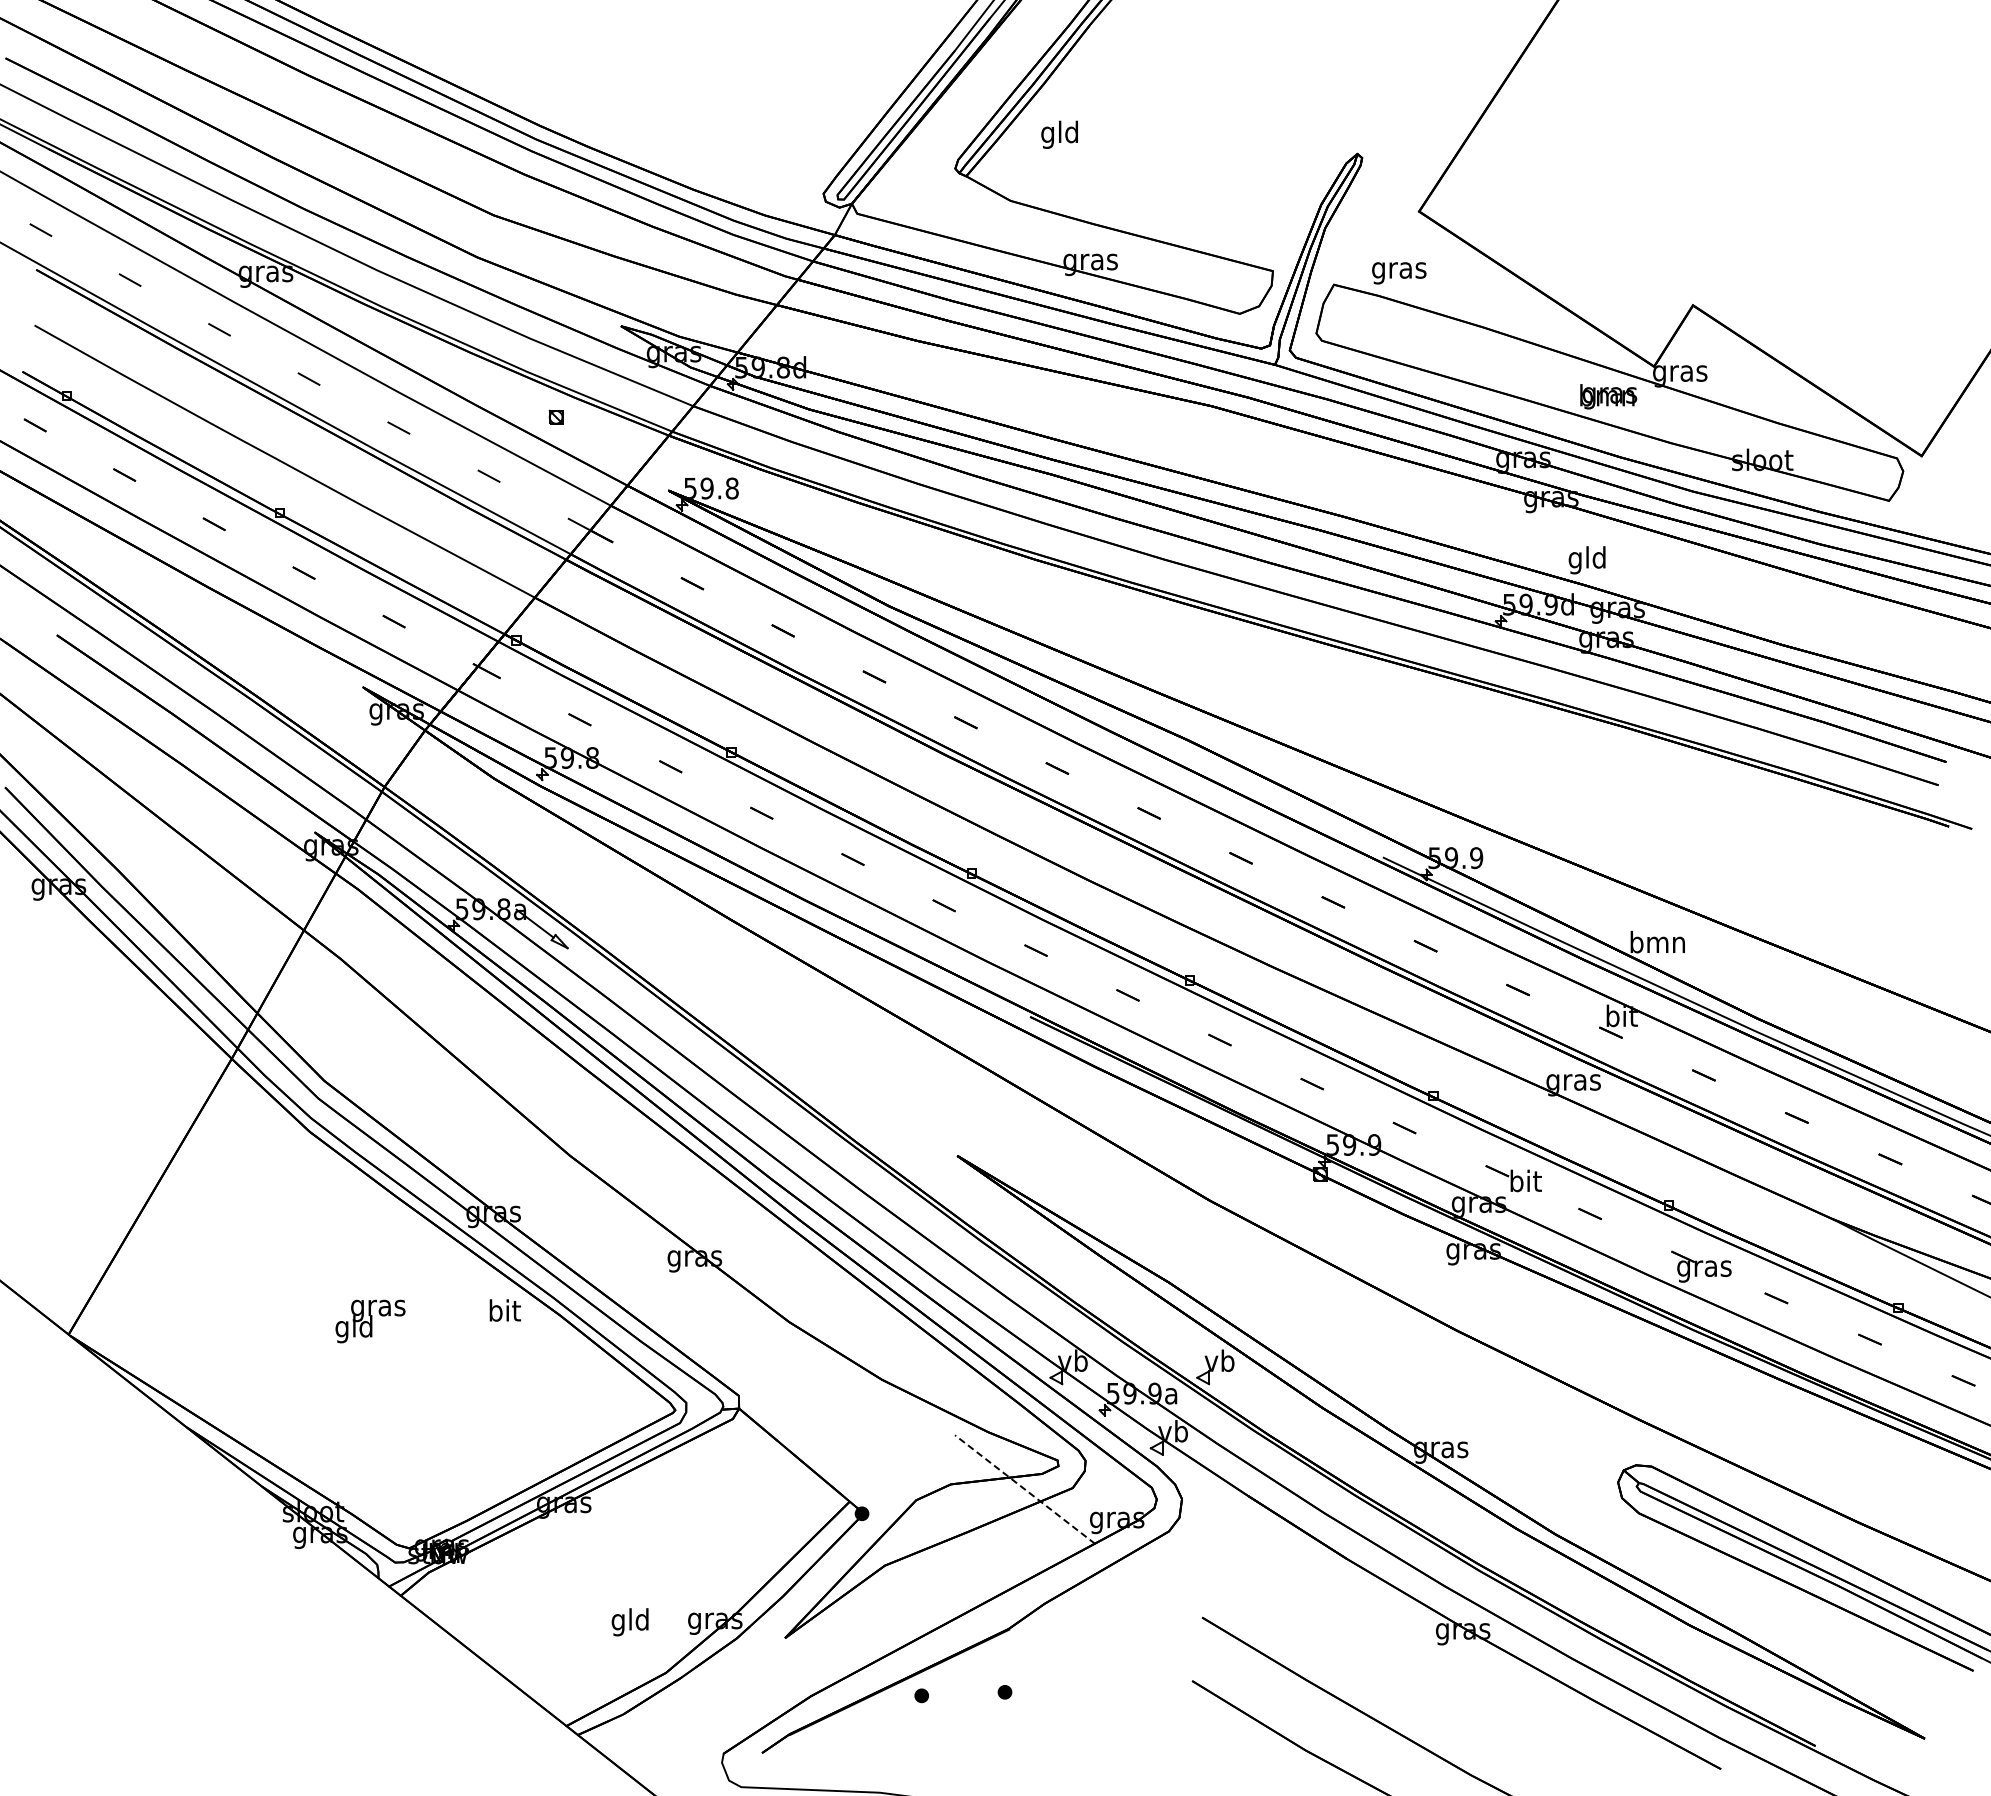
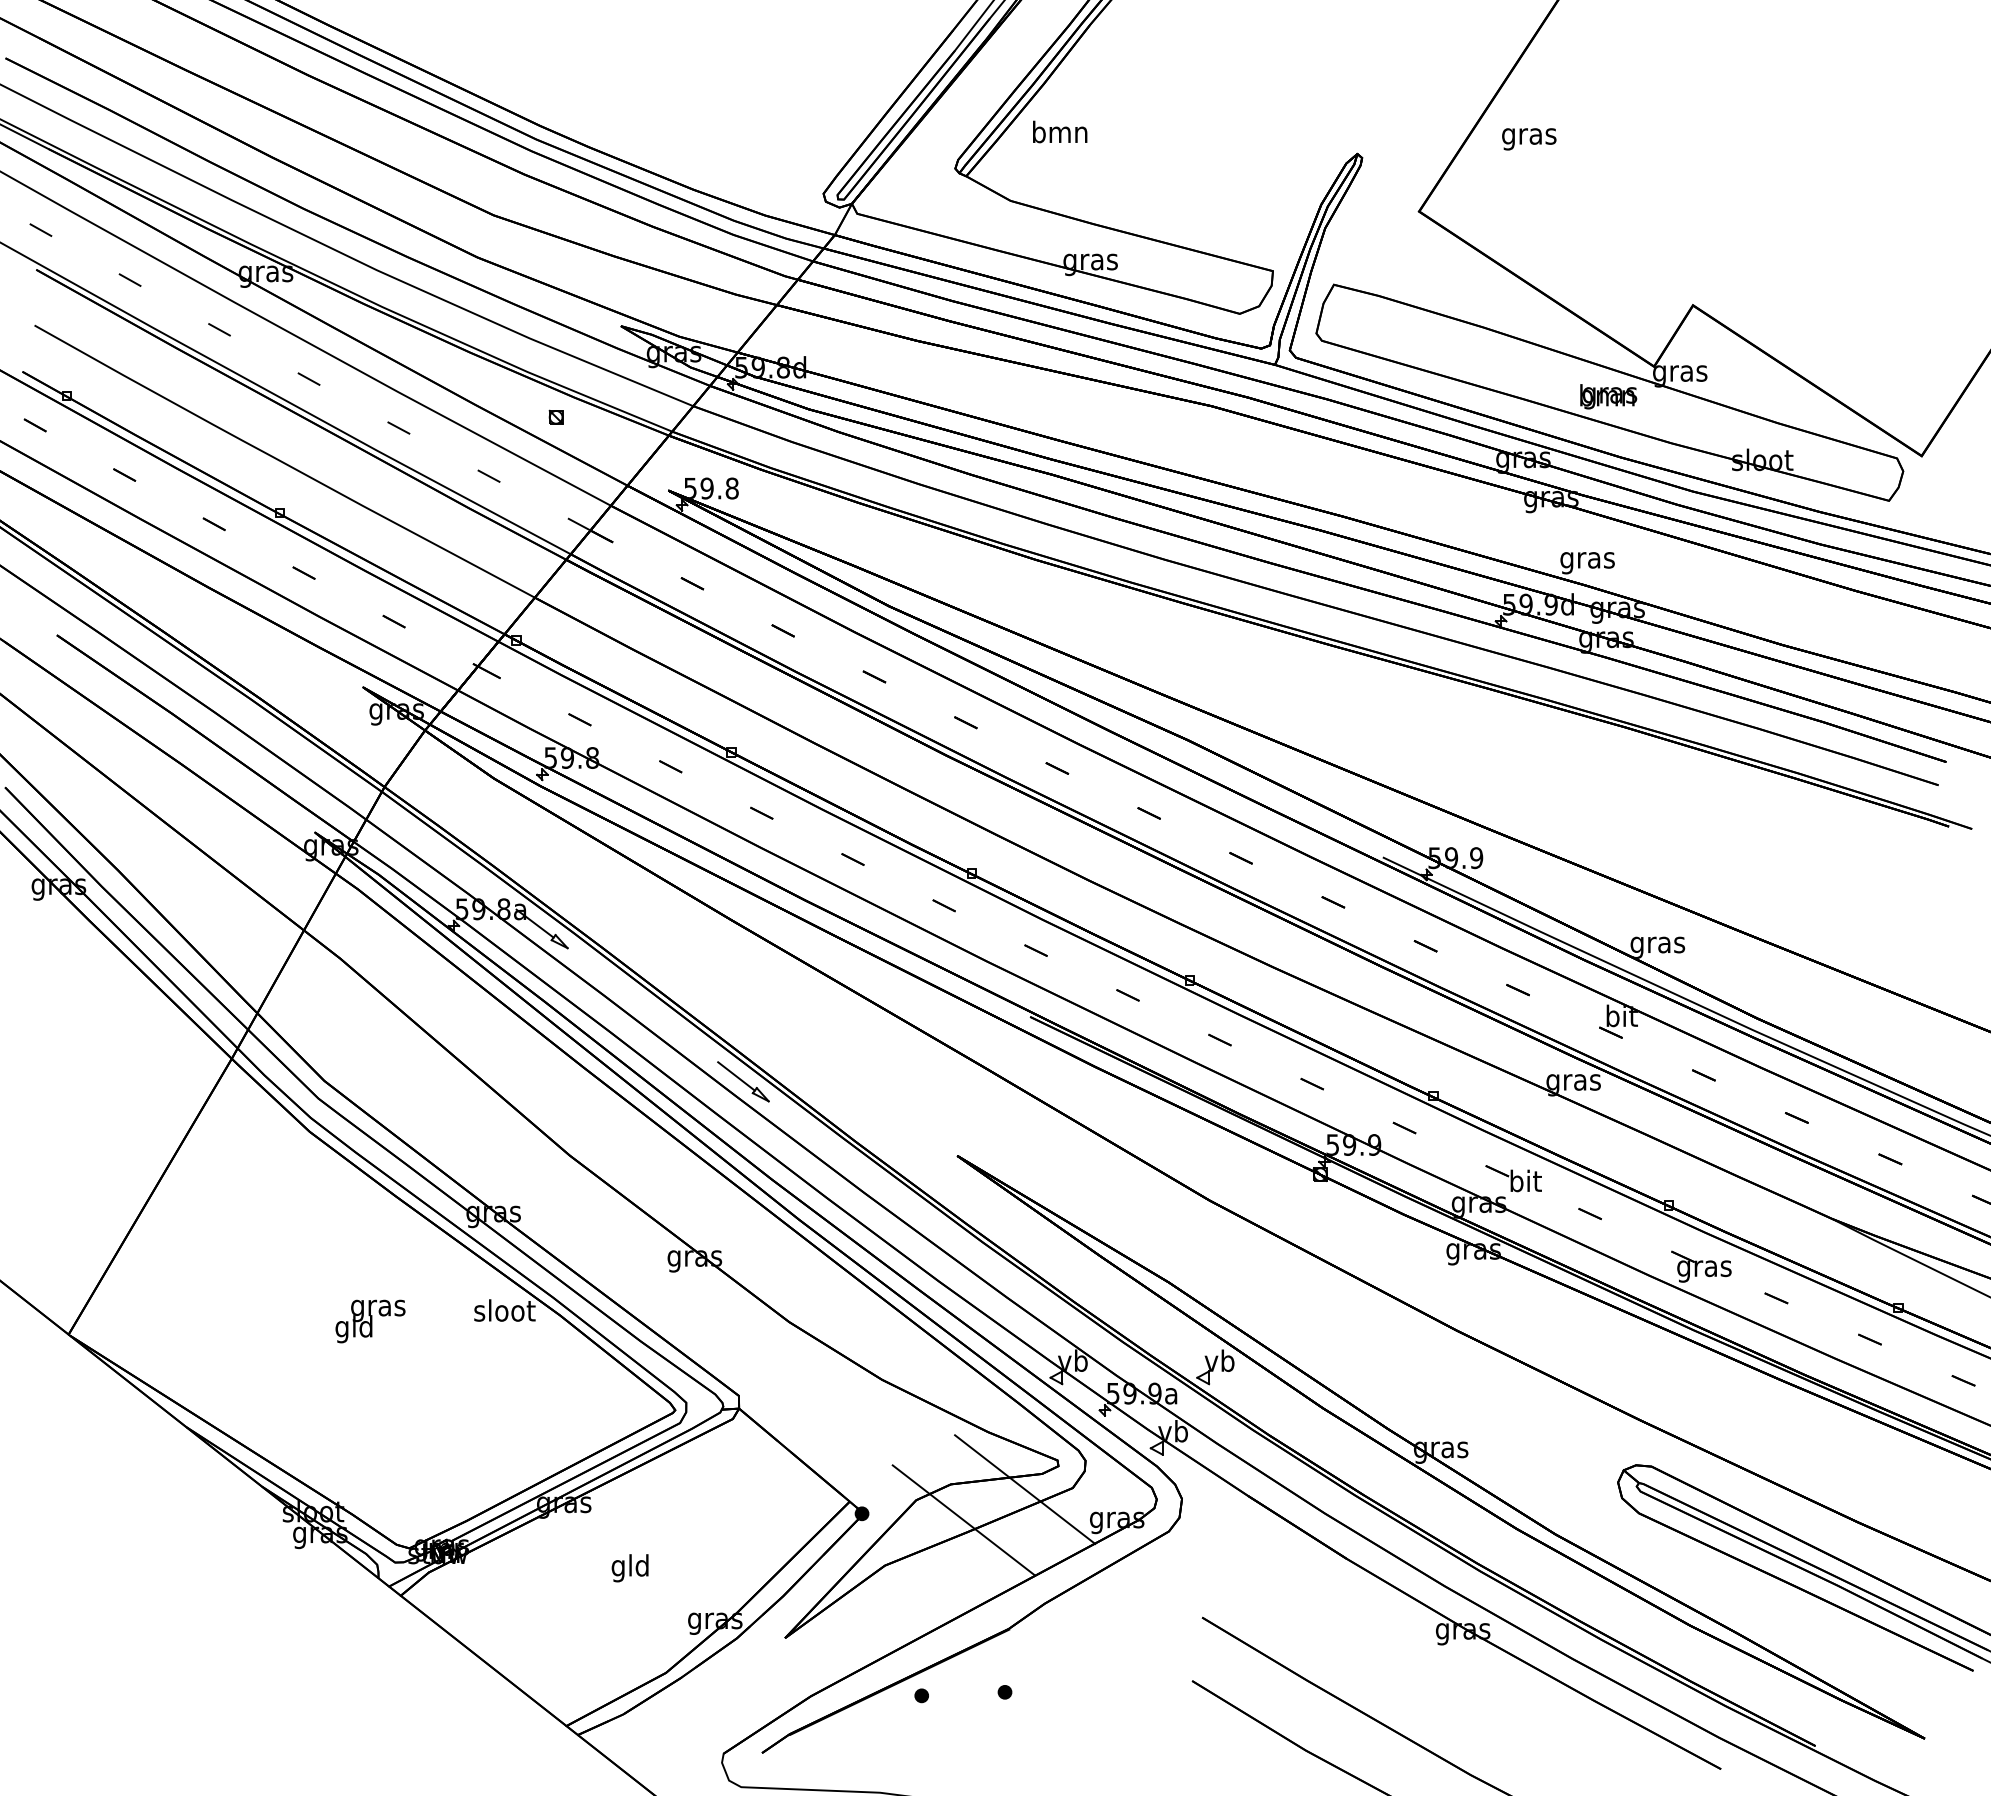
text at (1060, 134): gld -> bmn
text at (1399, 273) position: (1399, 273) -> (1529, 139)
text at (1587, 560): gld -> gras
text at (1657, 944): bmn -> gras
part at (743, 1081): none -> present
text at (504, 1310): bit -> sloot
line at (1025, 1489): dashed -> solid
line at (963, 1520): none -> present
text at (629, 1622) position: (629, 1622) -> (629, 1568)
